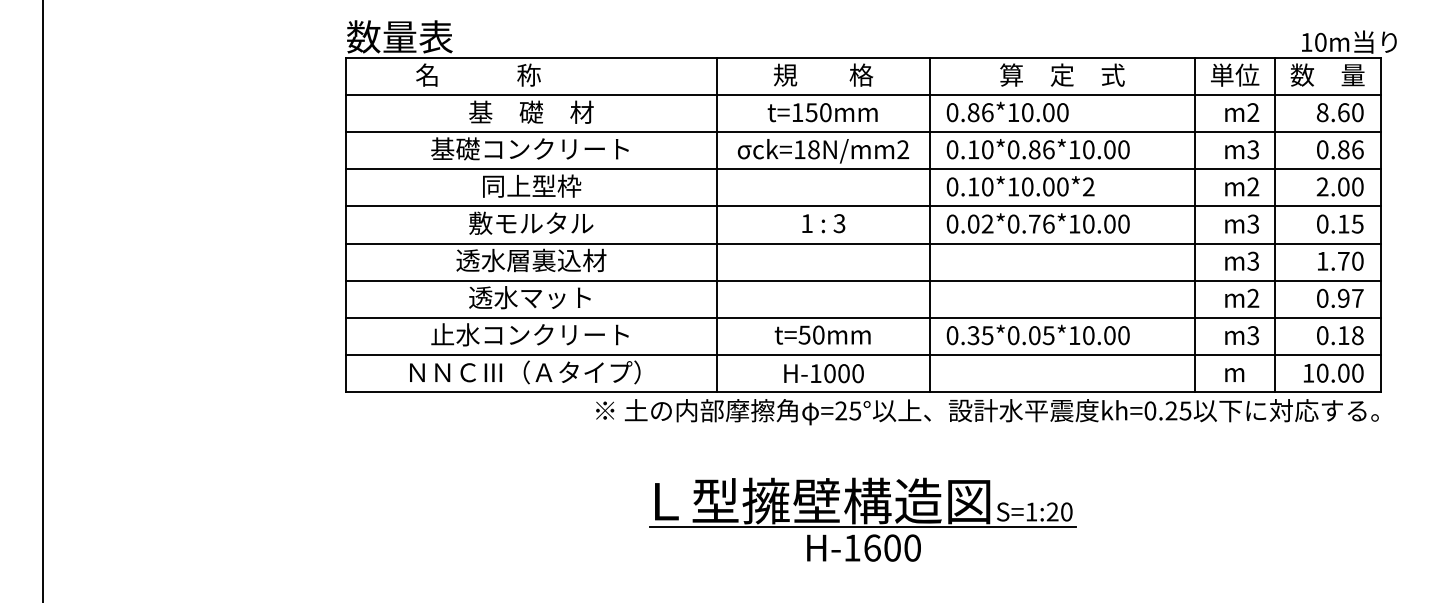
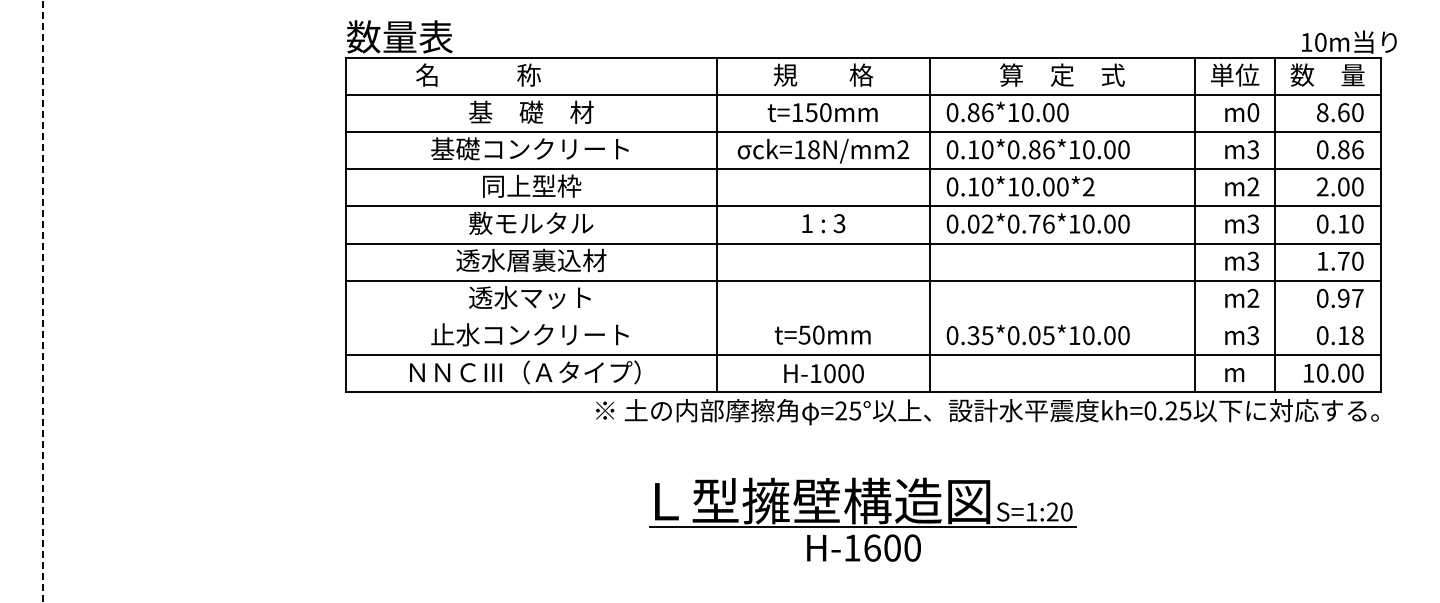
text at (1253, 112): m2 -> m0
text at (1357, 223): 0.15 -> 0.10
line at (43, 301): solid -> dashed
line at (862, 317): present -> none
